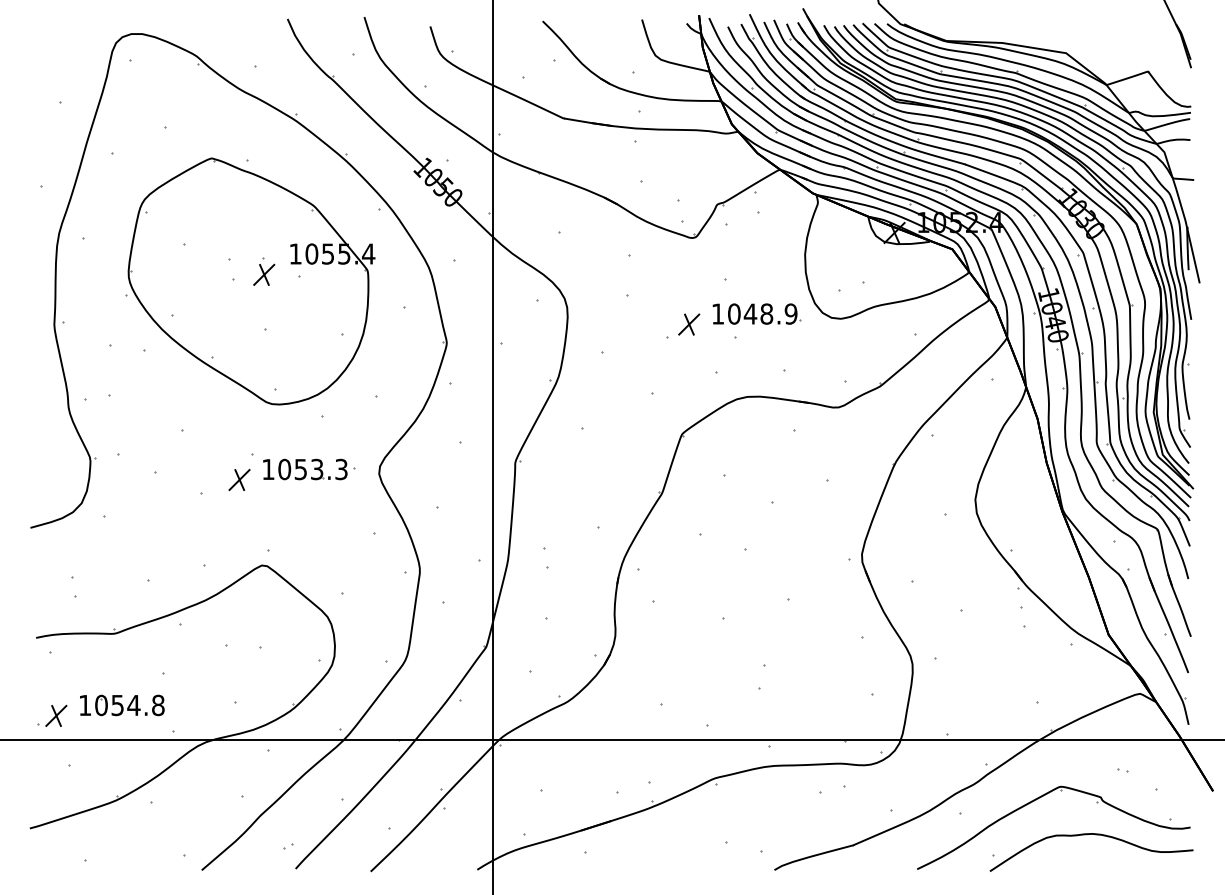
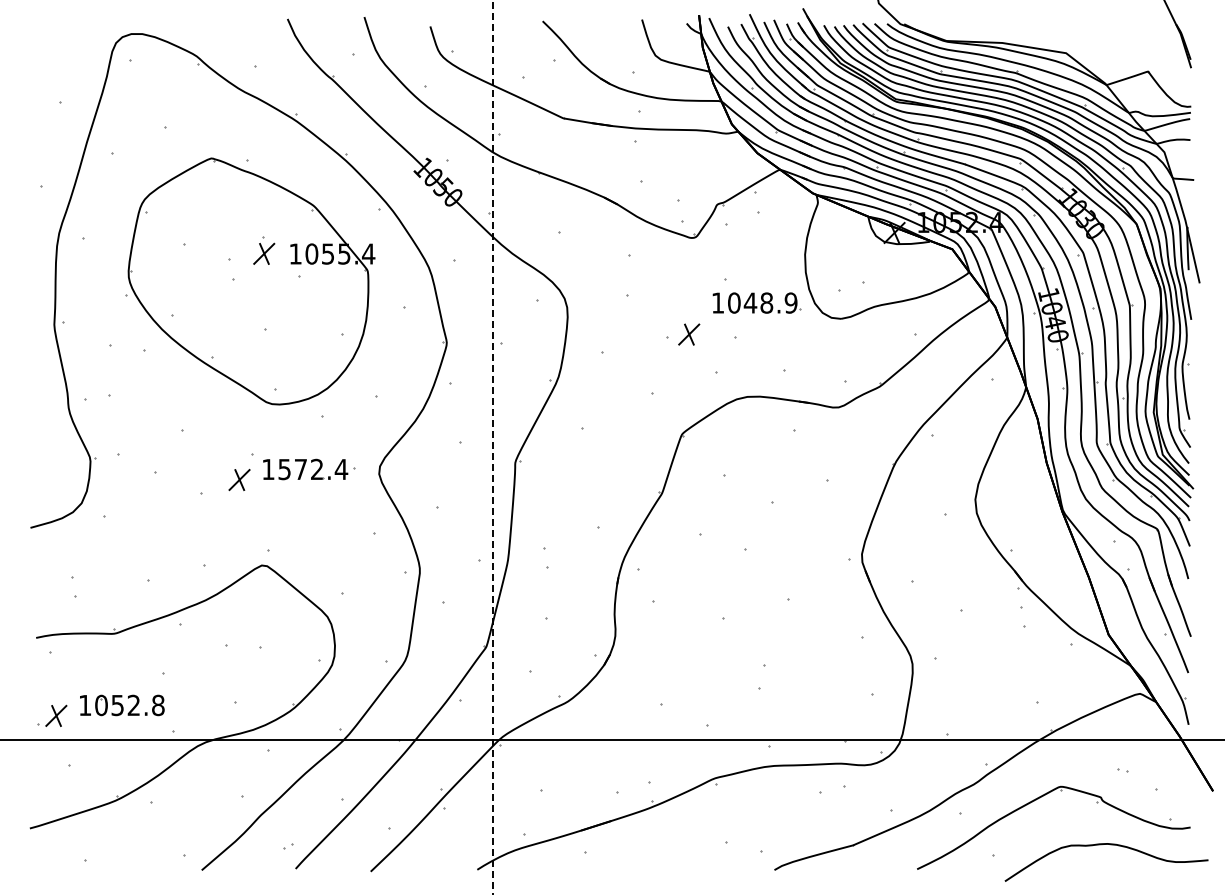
part at (264, 271) position: (264, 271) -> (264, 250)
part at (756, 313) position: (756, 313) -> (756, 302)
part at (689, 324) position: (689, 324) -> (689, 334)
line at (493, 447): solid -> dashed
text at (313, 469): 1053.3 -> 1572.4
text at (133, 704): 1054.8 -> 1052.8
curve at (1095, 835) position: (1095, 835) -> (1110, 845)
